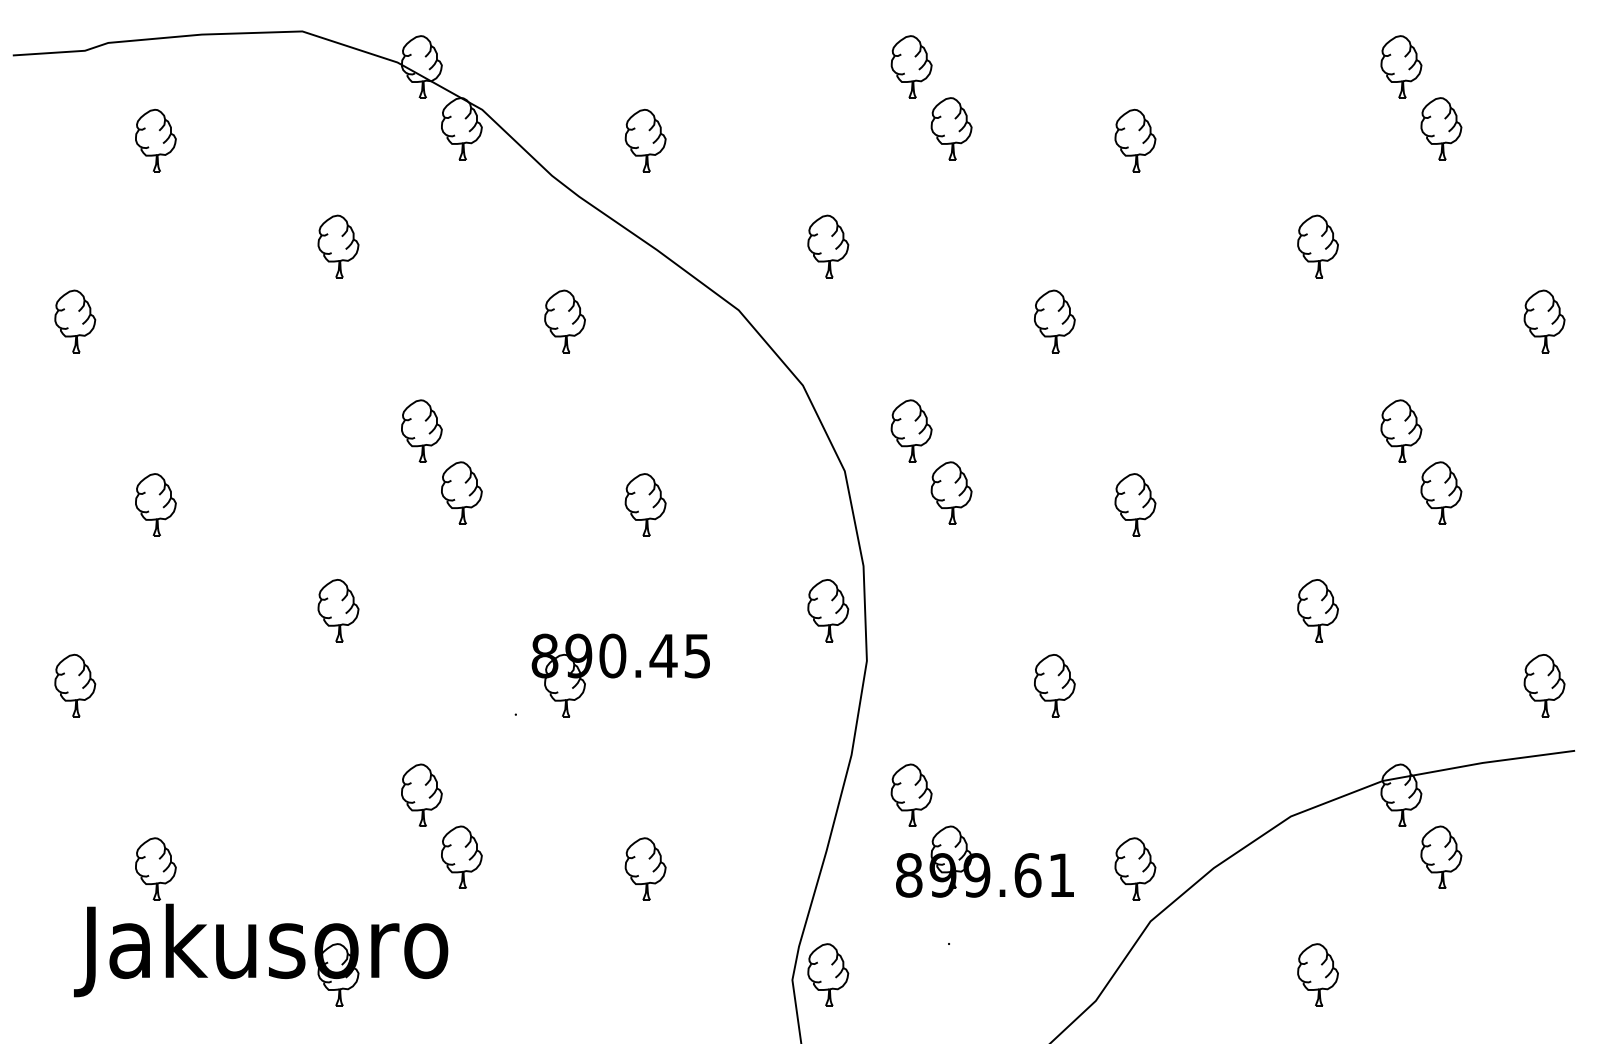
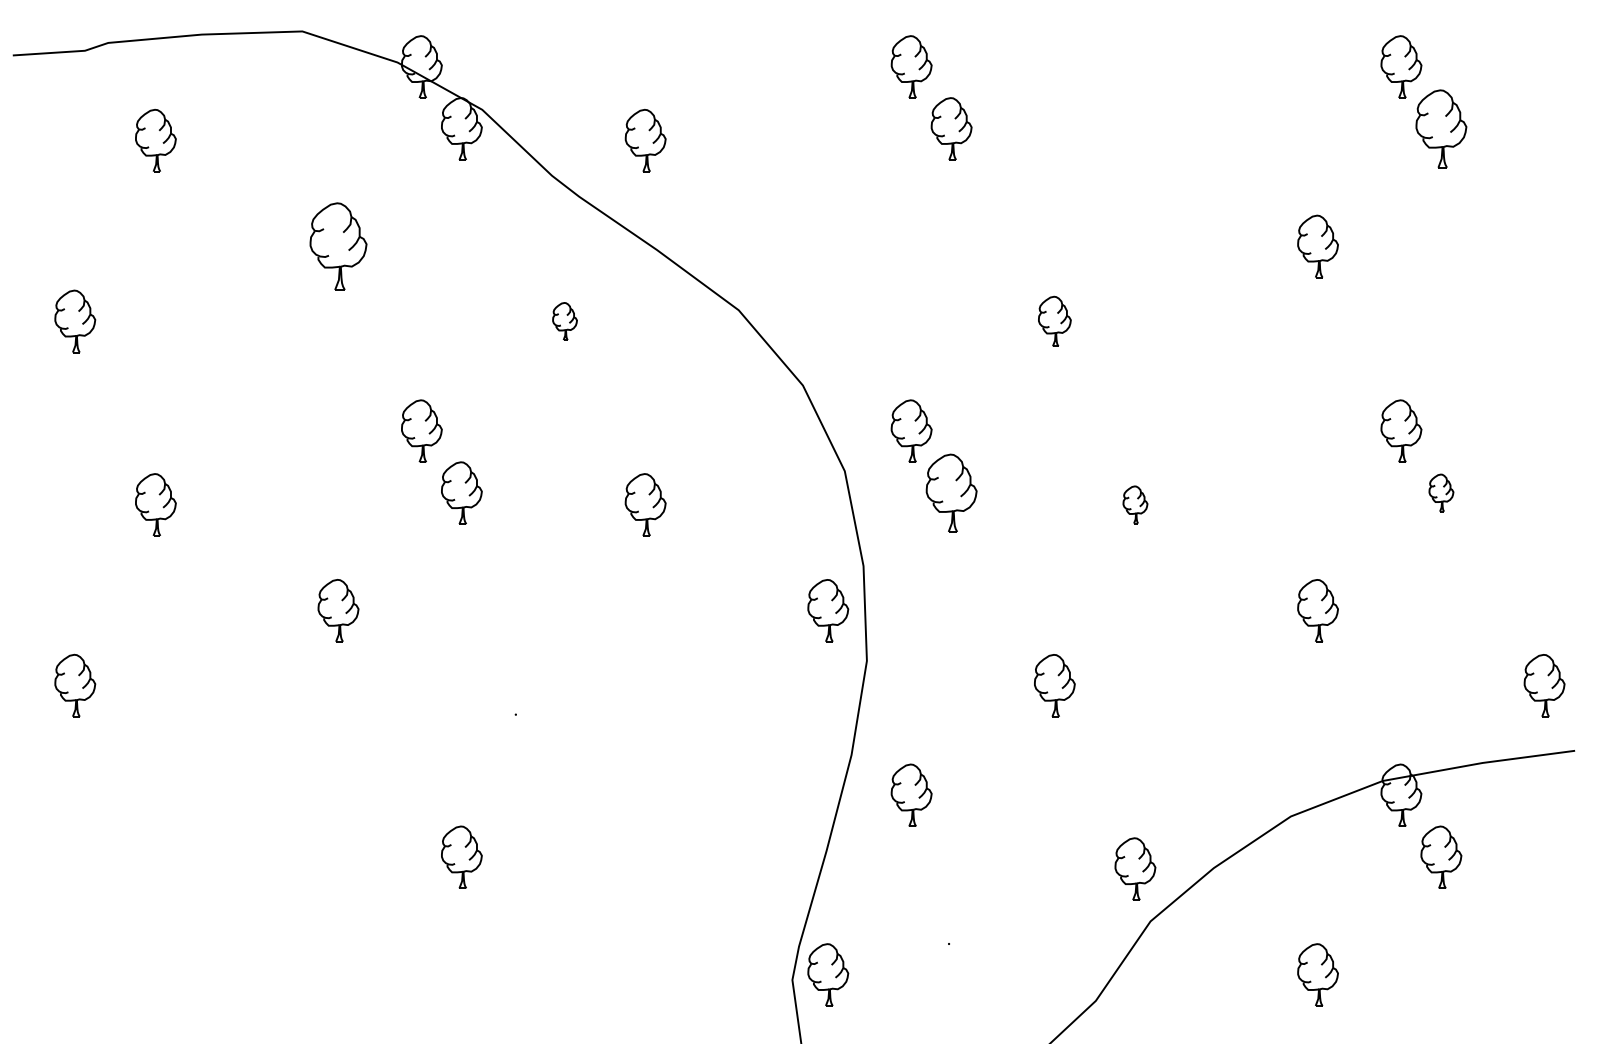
part at (1441, 128) size: 43x64 px -> 53x80 px
part at (1135, 140): present -> none
part at (338, 246) size: 43x65 px -> 59x89 px
part at (828, 246): present -> none
part at (564, 321) size: 42x65 px -> 26x39 px
part at (1054, 321) size: 42x65 px -> 34x52 px
part at (1544, 321): present -> none
part at (951, 492) size: 43x64 px -> 53x80 px
part at (1441, 492) size: 43x64 px -> 27x40 px
part at (1135, 504) size: 43x64 px -> 27x40 px
part at (620, 675): present -> none
part at (421, 794): present -> none
part at (984, 861): present -> none
part at (645, 868): present -> none
part at (261, 921): present -> none
